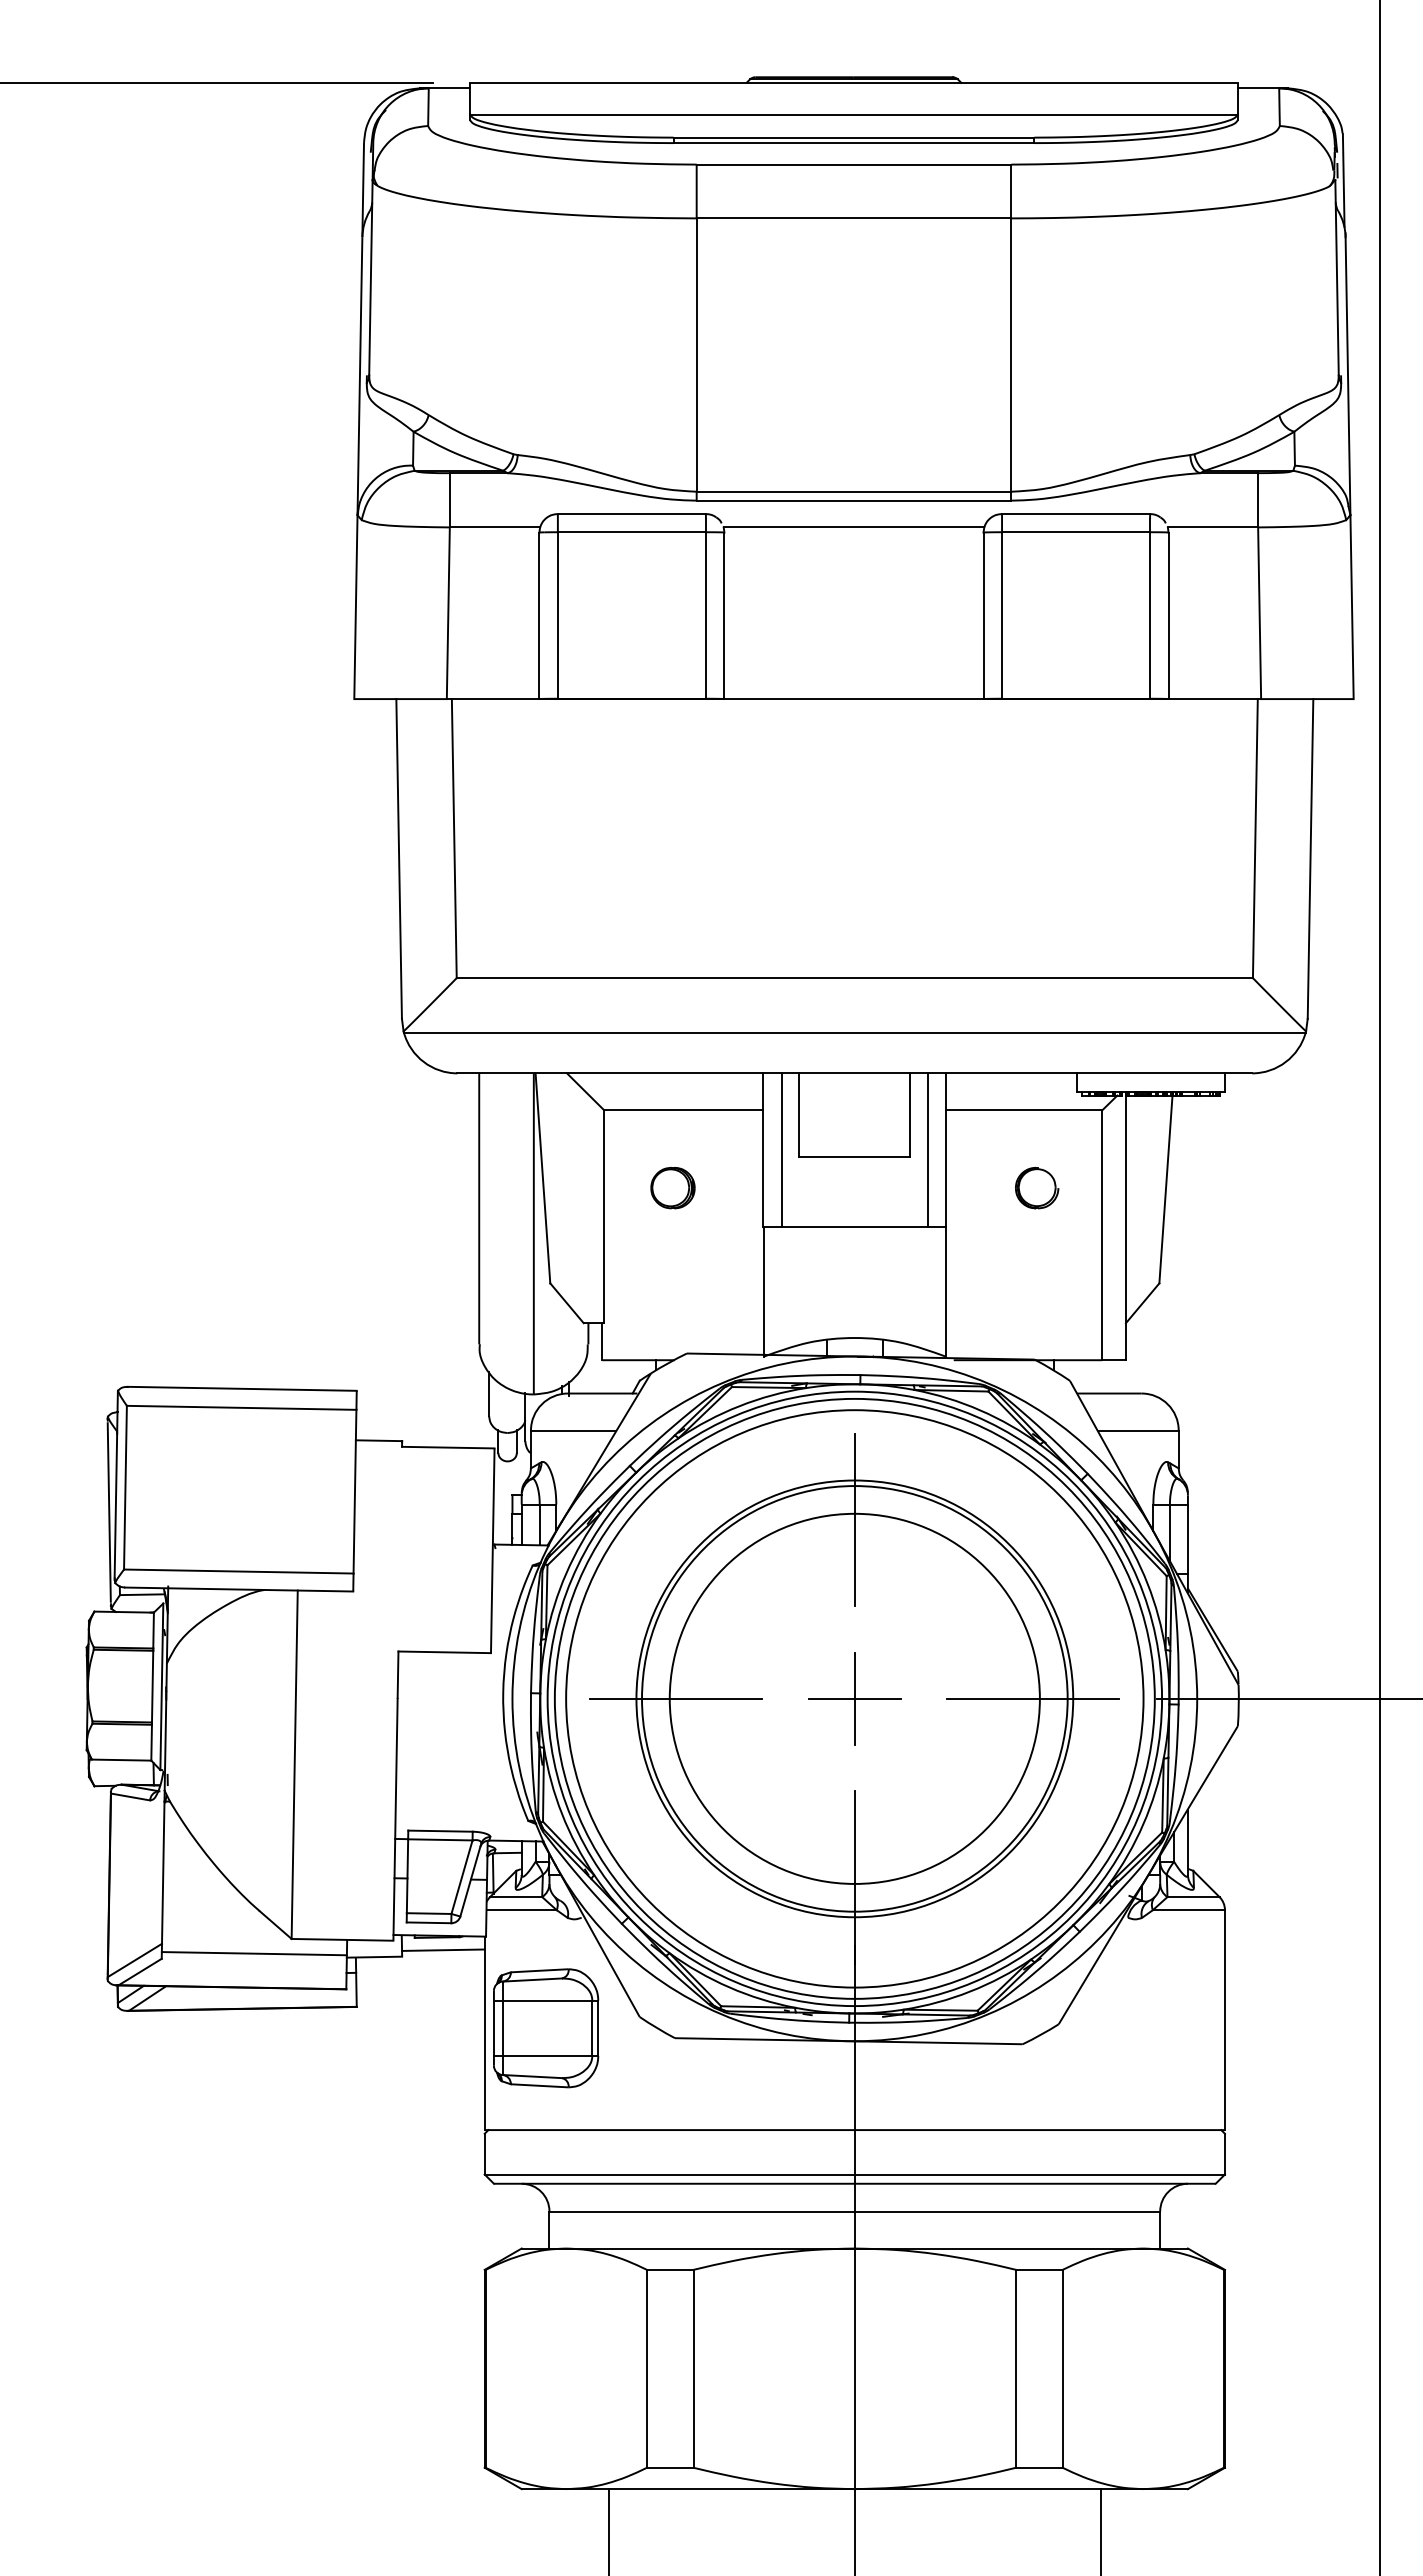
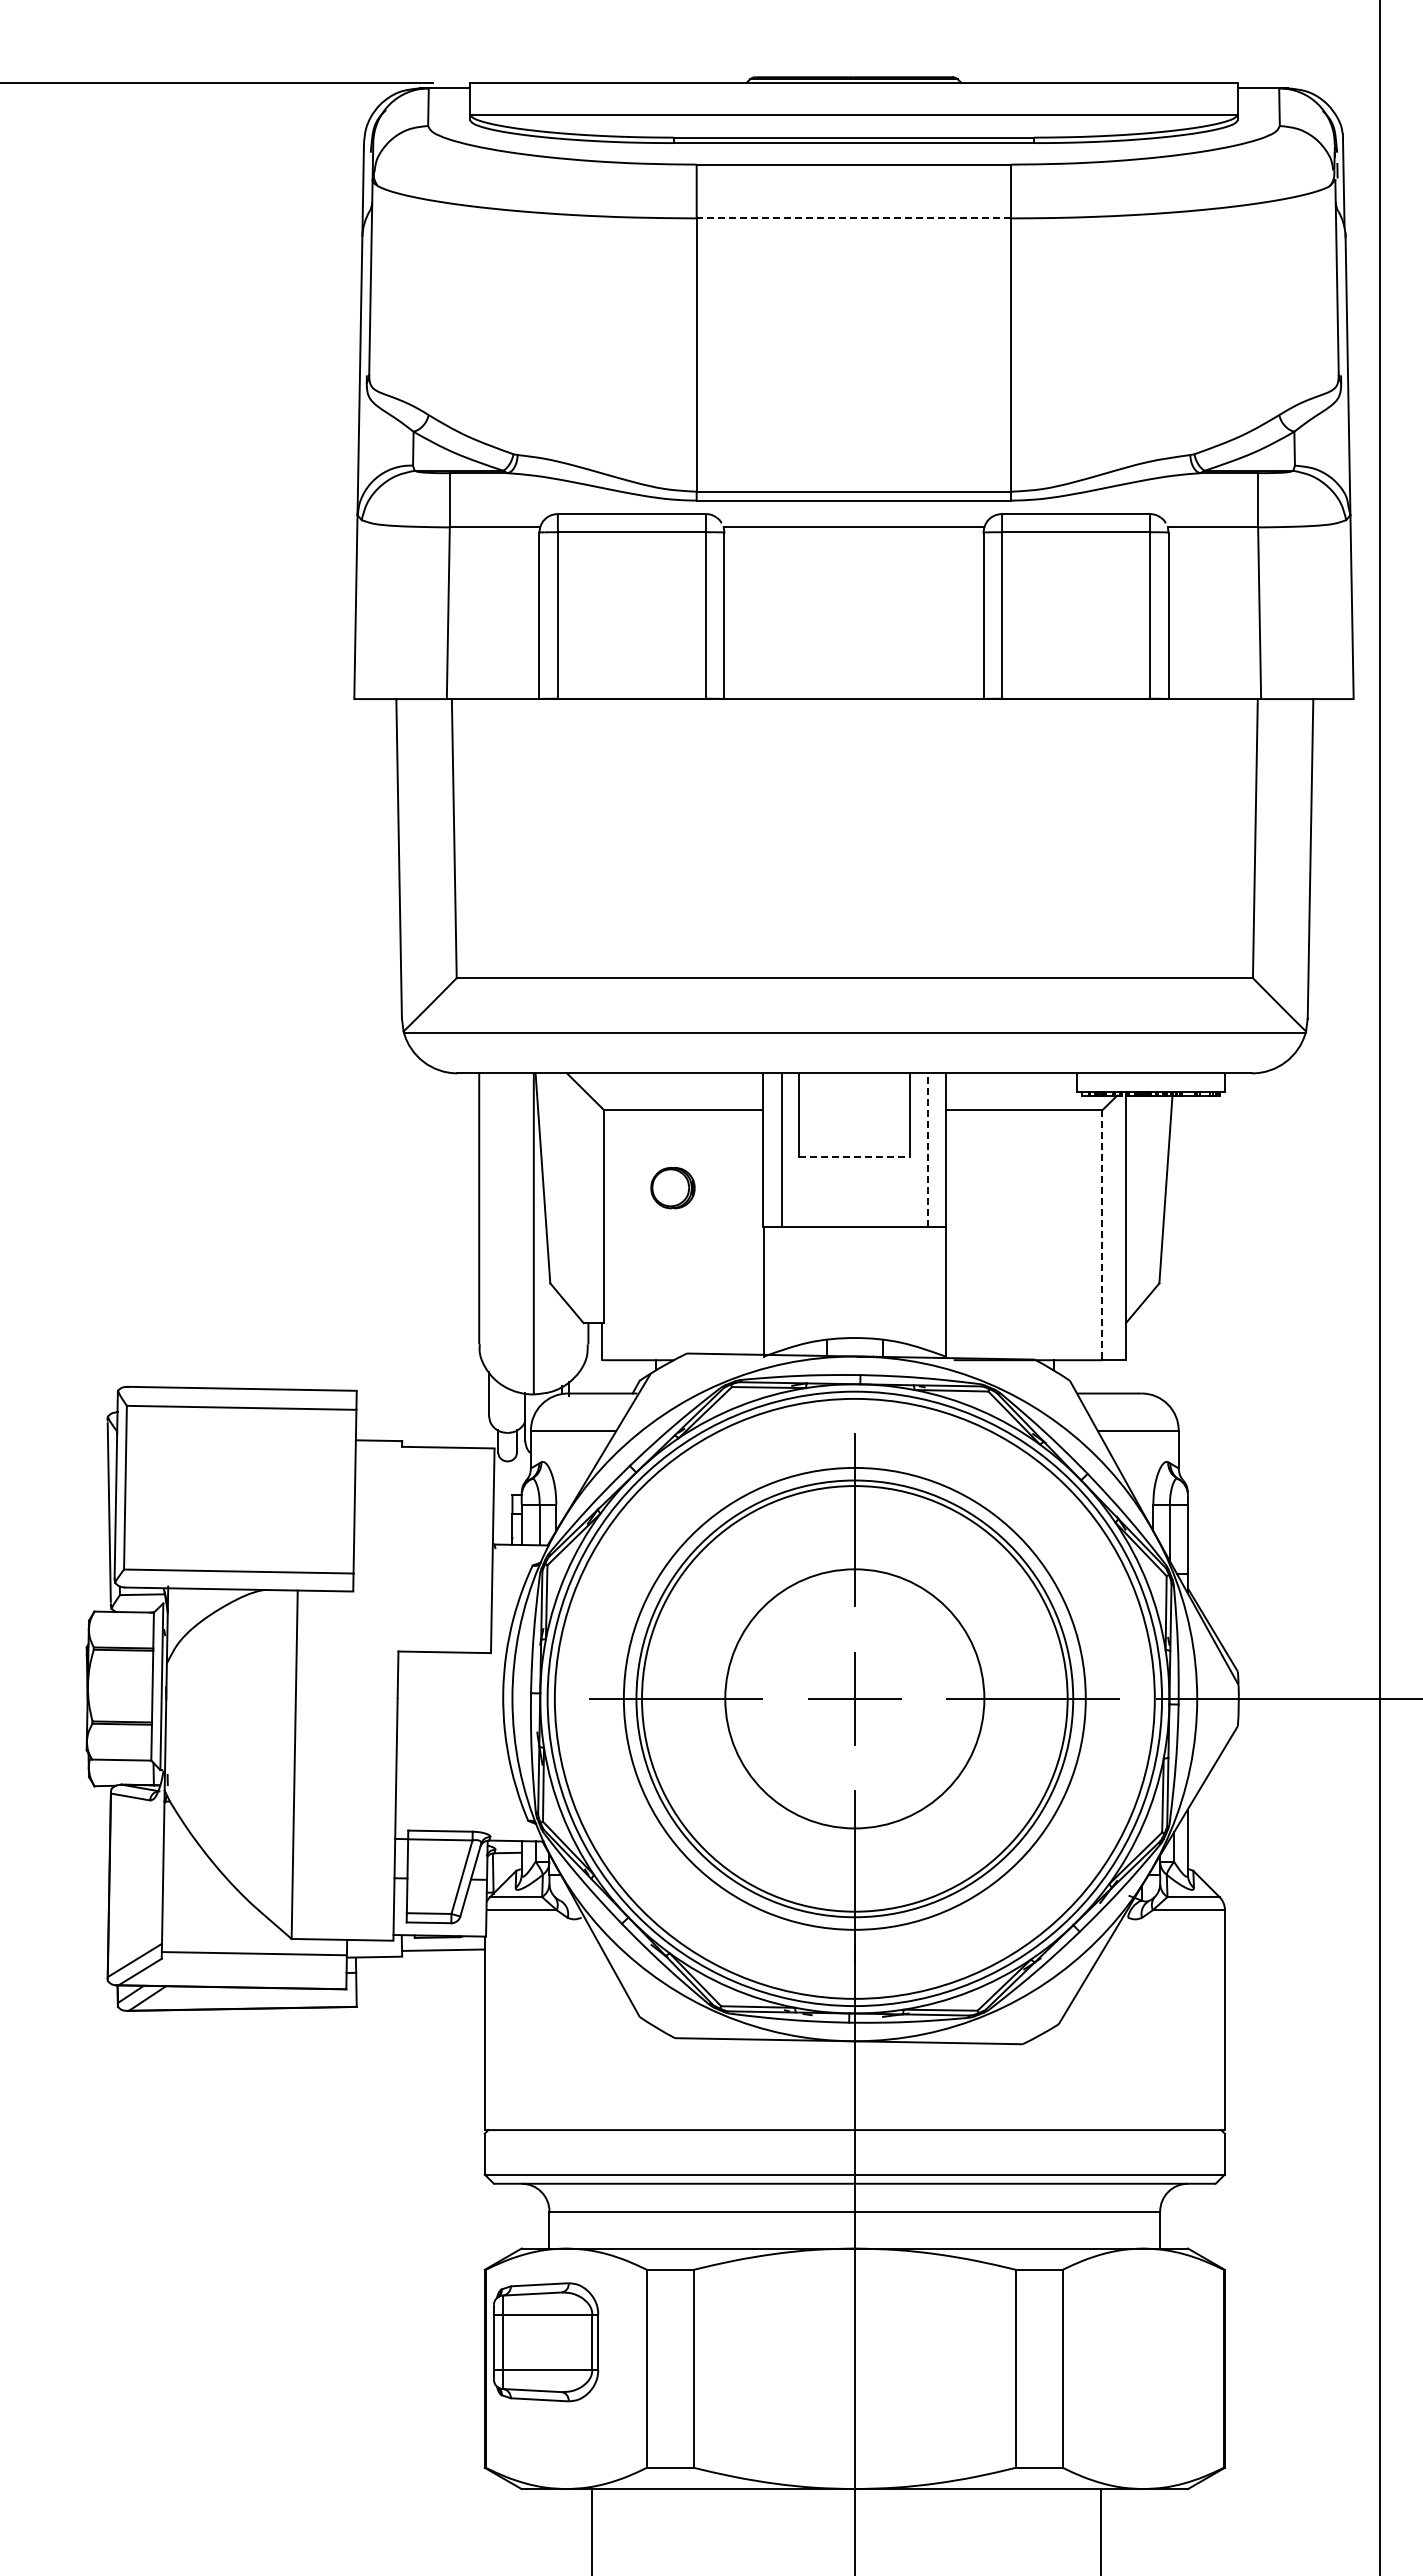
line at (853, 218): solid -> dashed
line at (927, 1150): solid -> dashed
line at (854, 1156): solid -> dashed
part at (1037, 1187): present -> none
line at (1102, 1235): solid -> dashed
circle at (854, 1698) diameter: 370 px -> 259 px
circle at (854, 1698) diameter: 577 px -> 462 px
part at (546, 2028) position: (546, 2028) -> (546, 2342)
line at (608, 2530) position: (608, 2530) -> (591, 2530)
